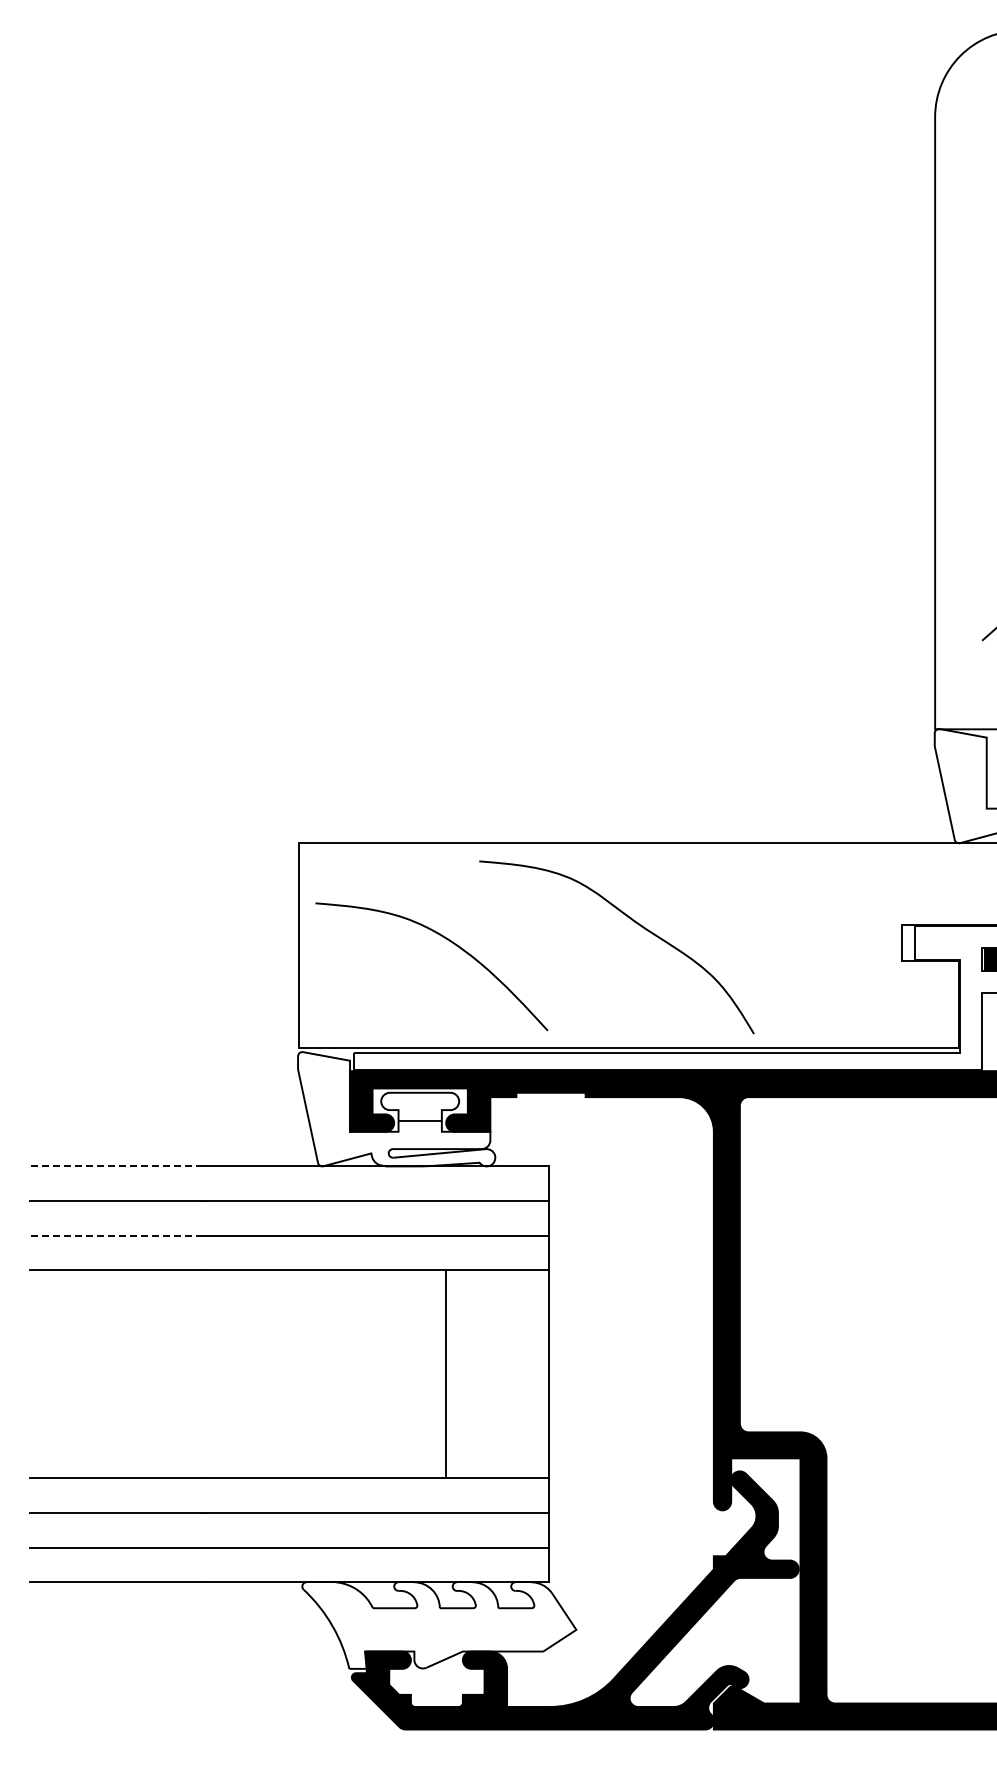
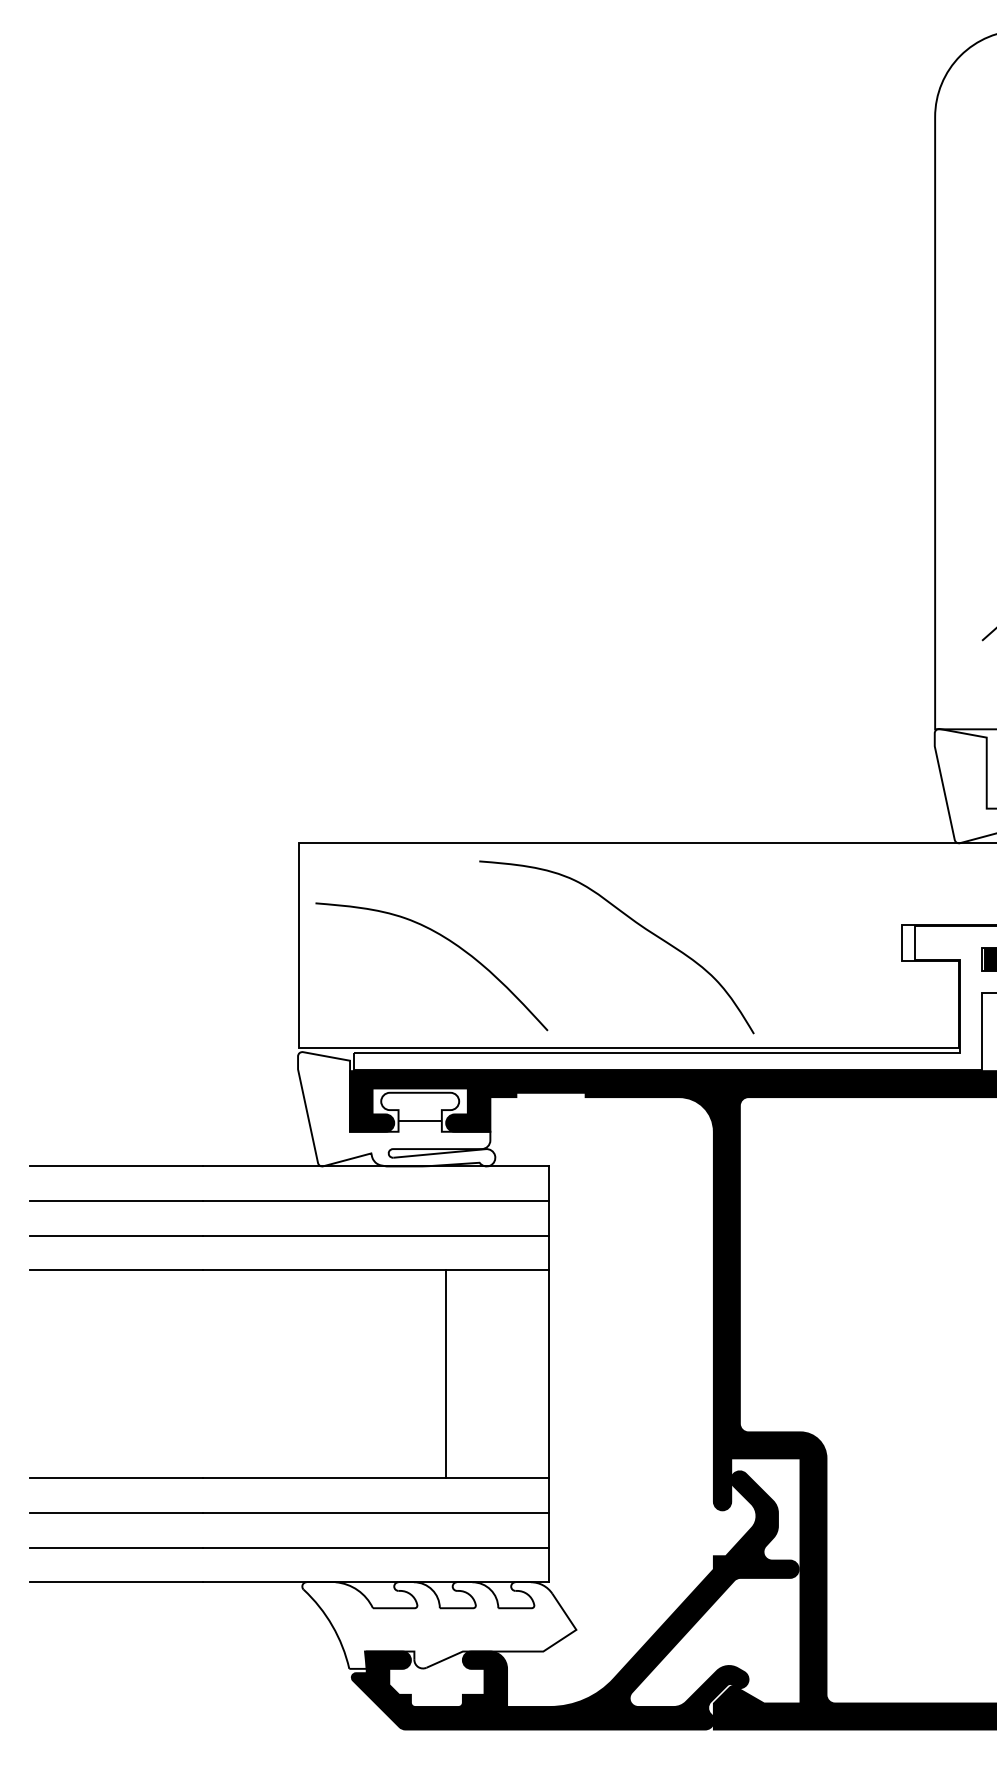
line at (116, 1166): dashed -> solid
line at (116, 1235): dashed -> solid
